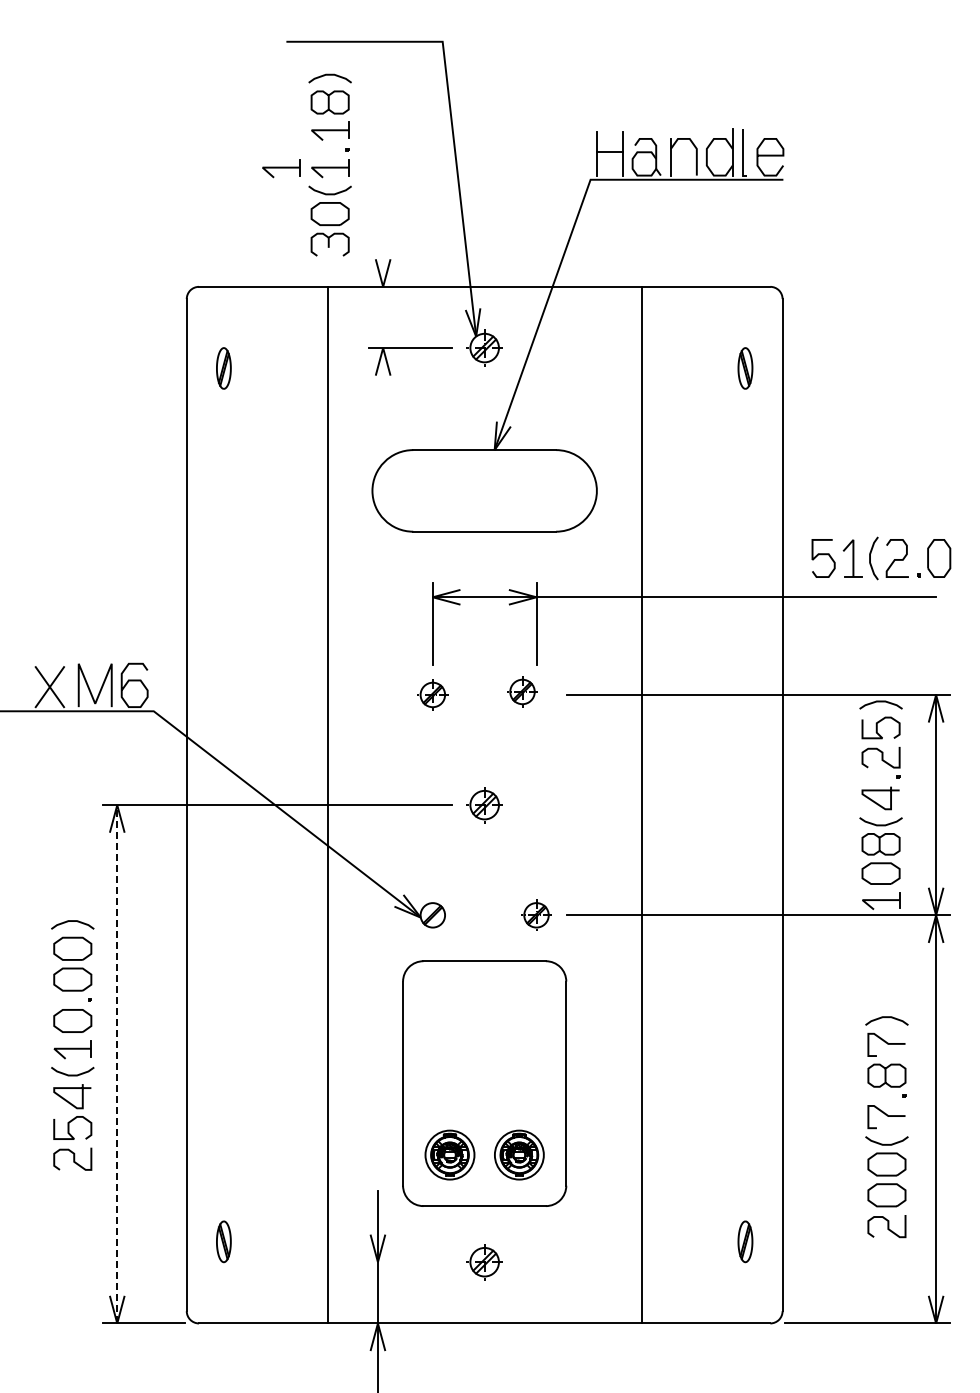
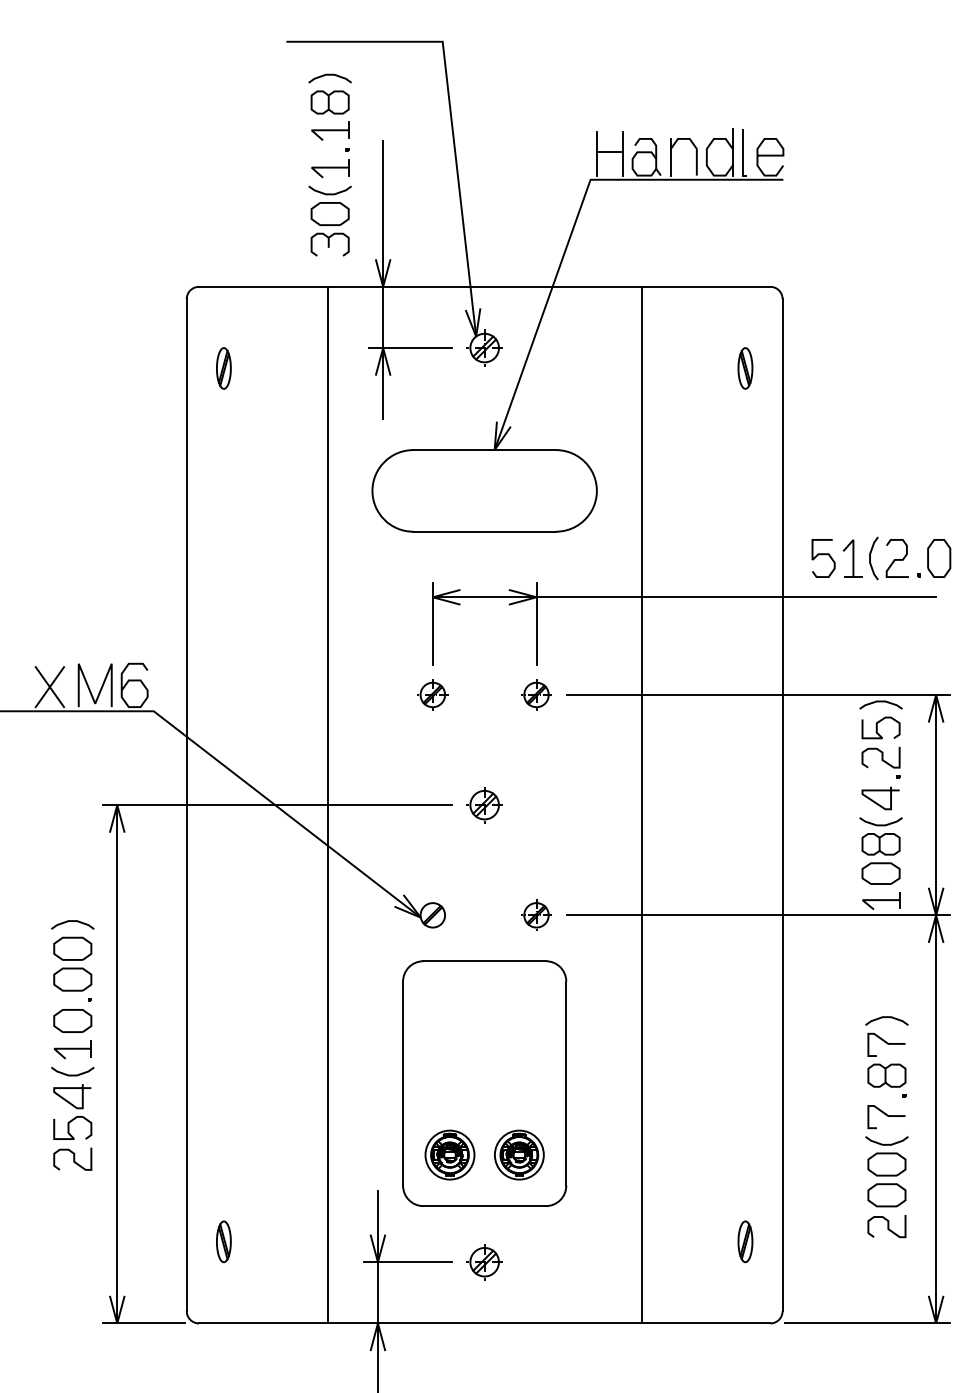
part at (281, 168): present -> none
line at (383, 280): none -> present
part at (522, 691) position: (522, 691) -> (536, 694)
line at (117, 1063): dashed -> solid
line at (407, 1262): none -> present
